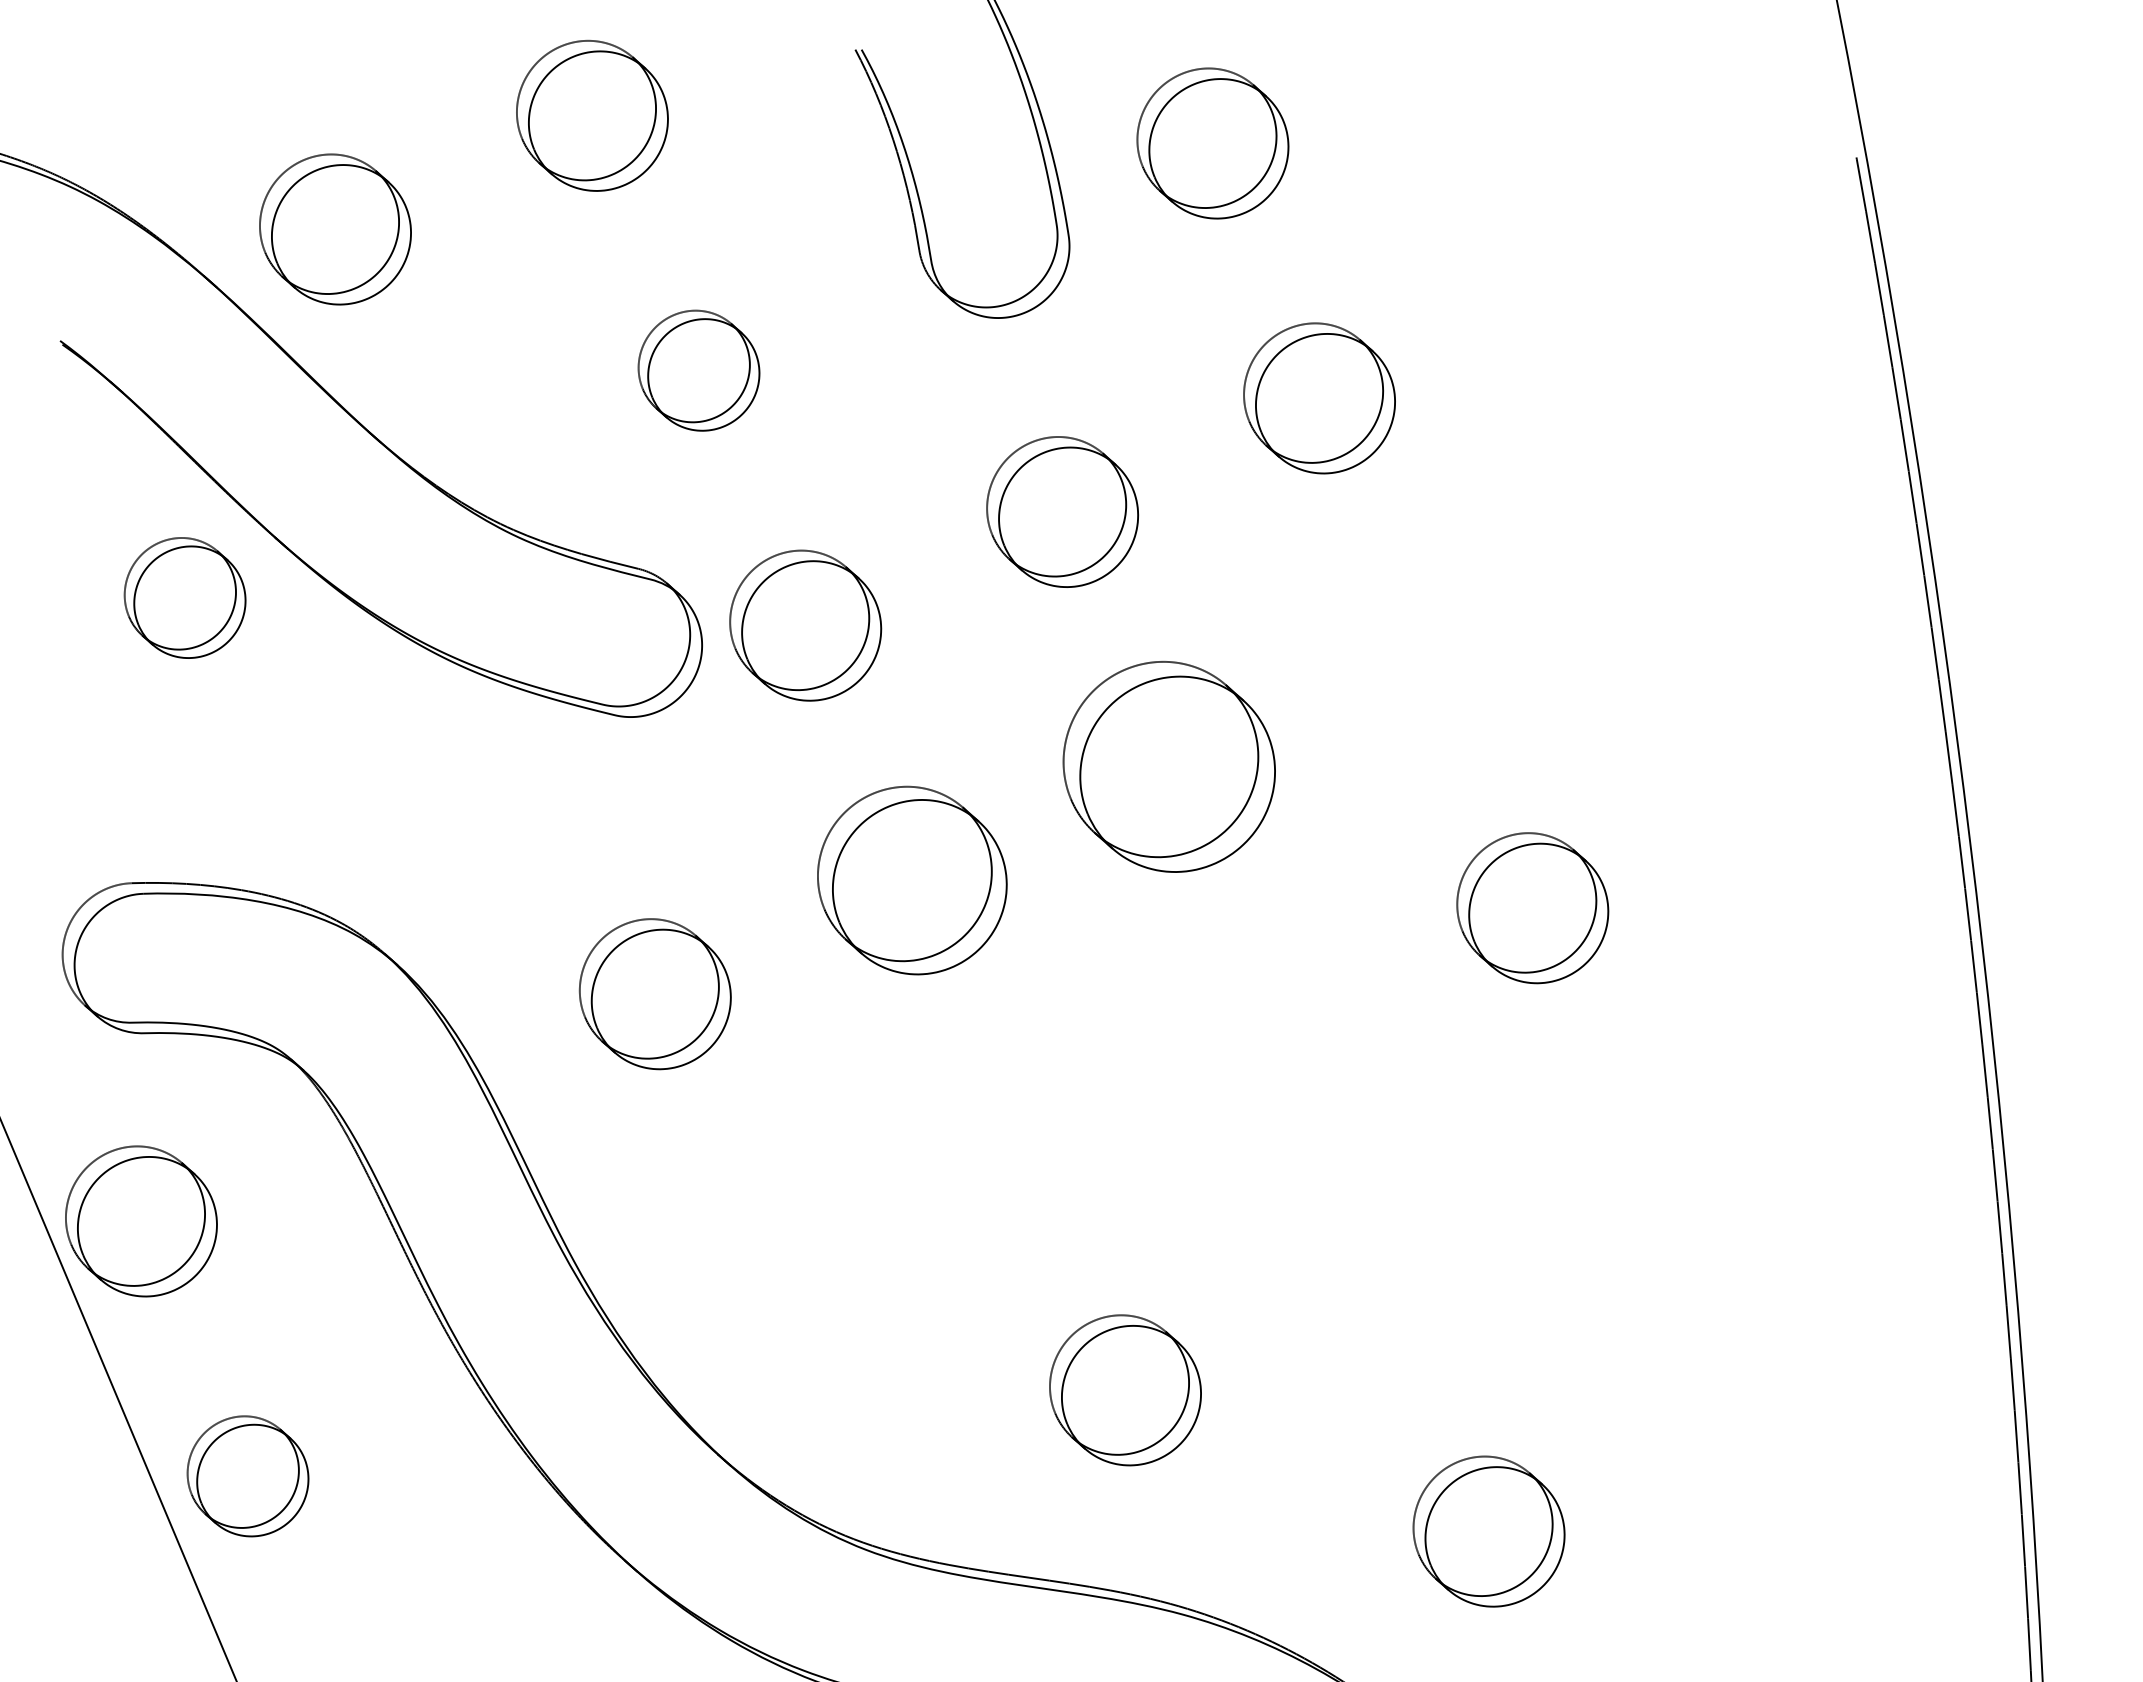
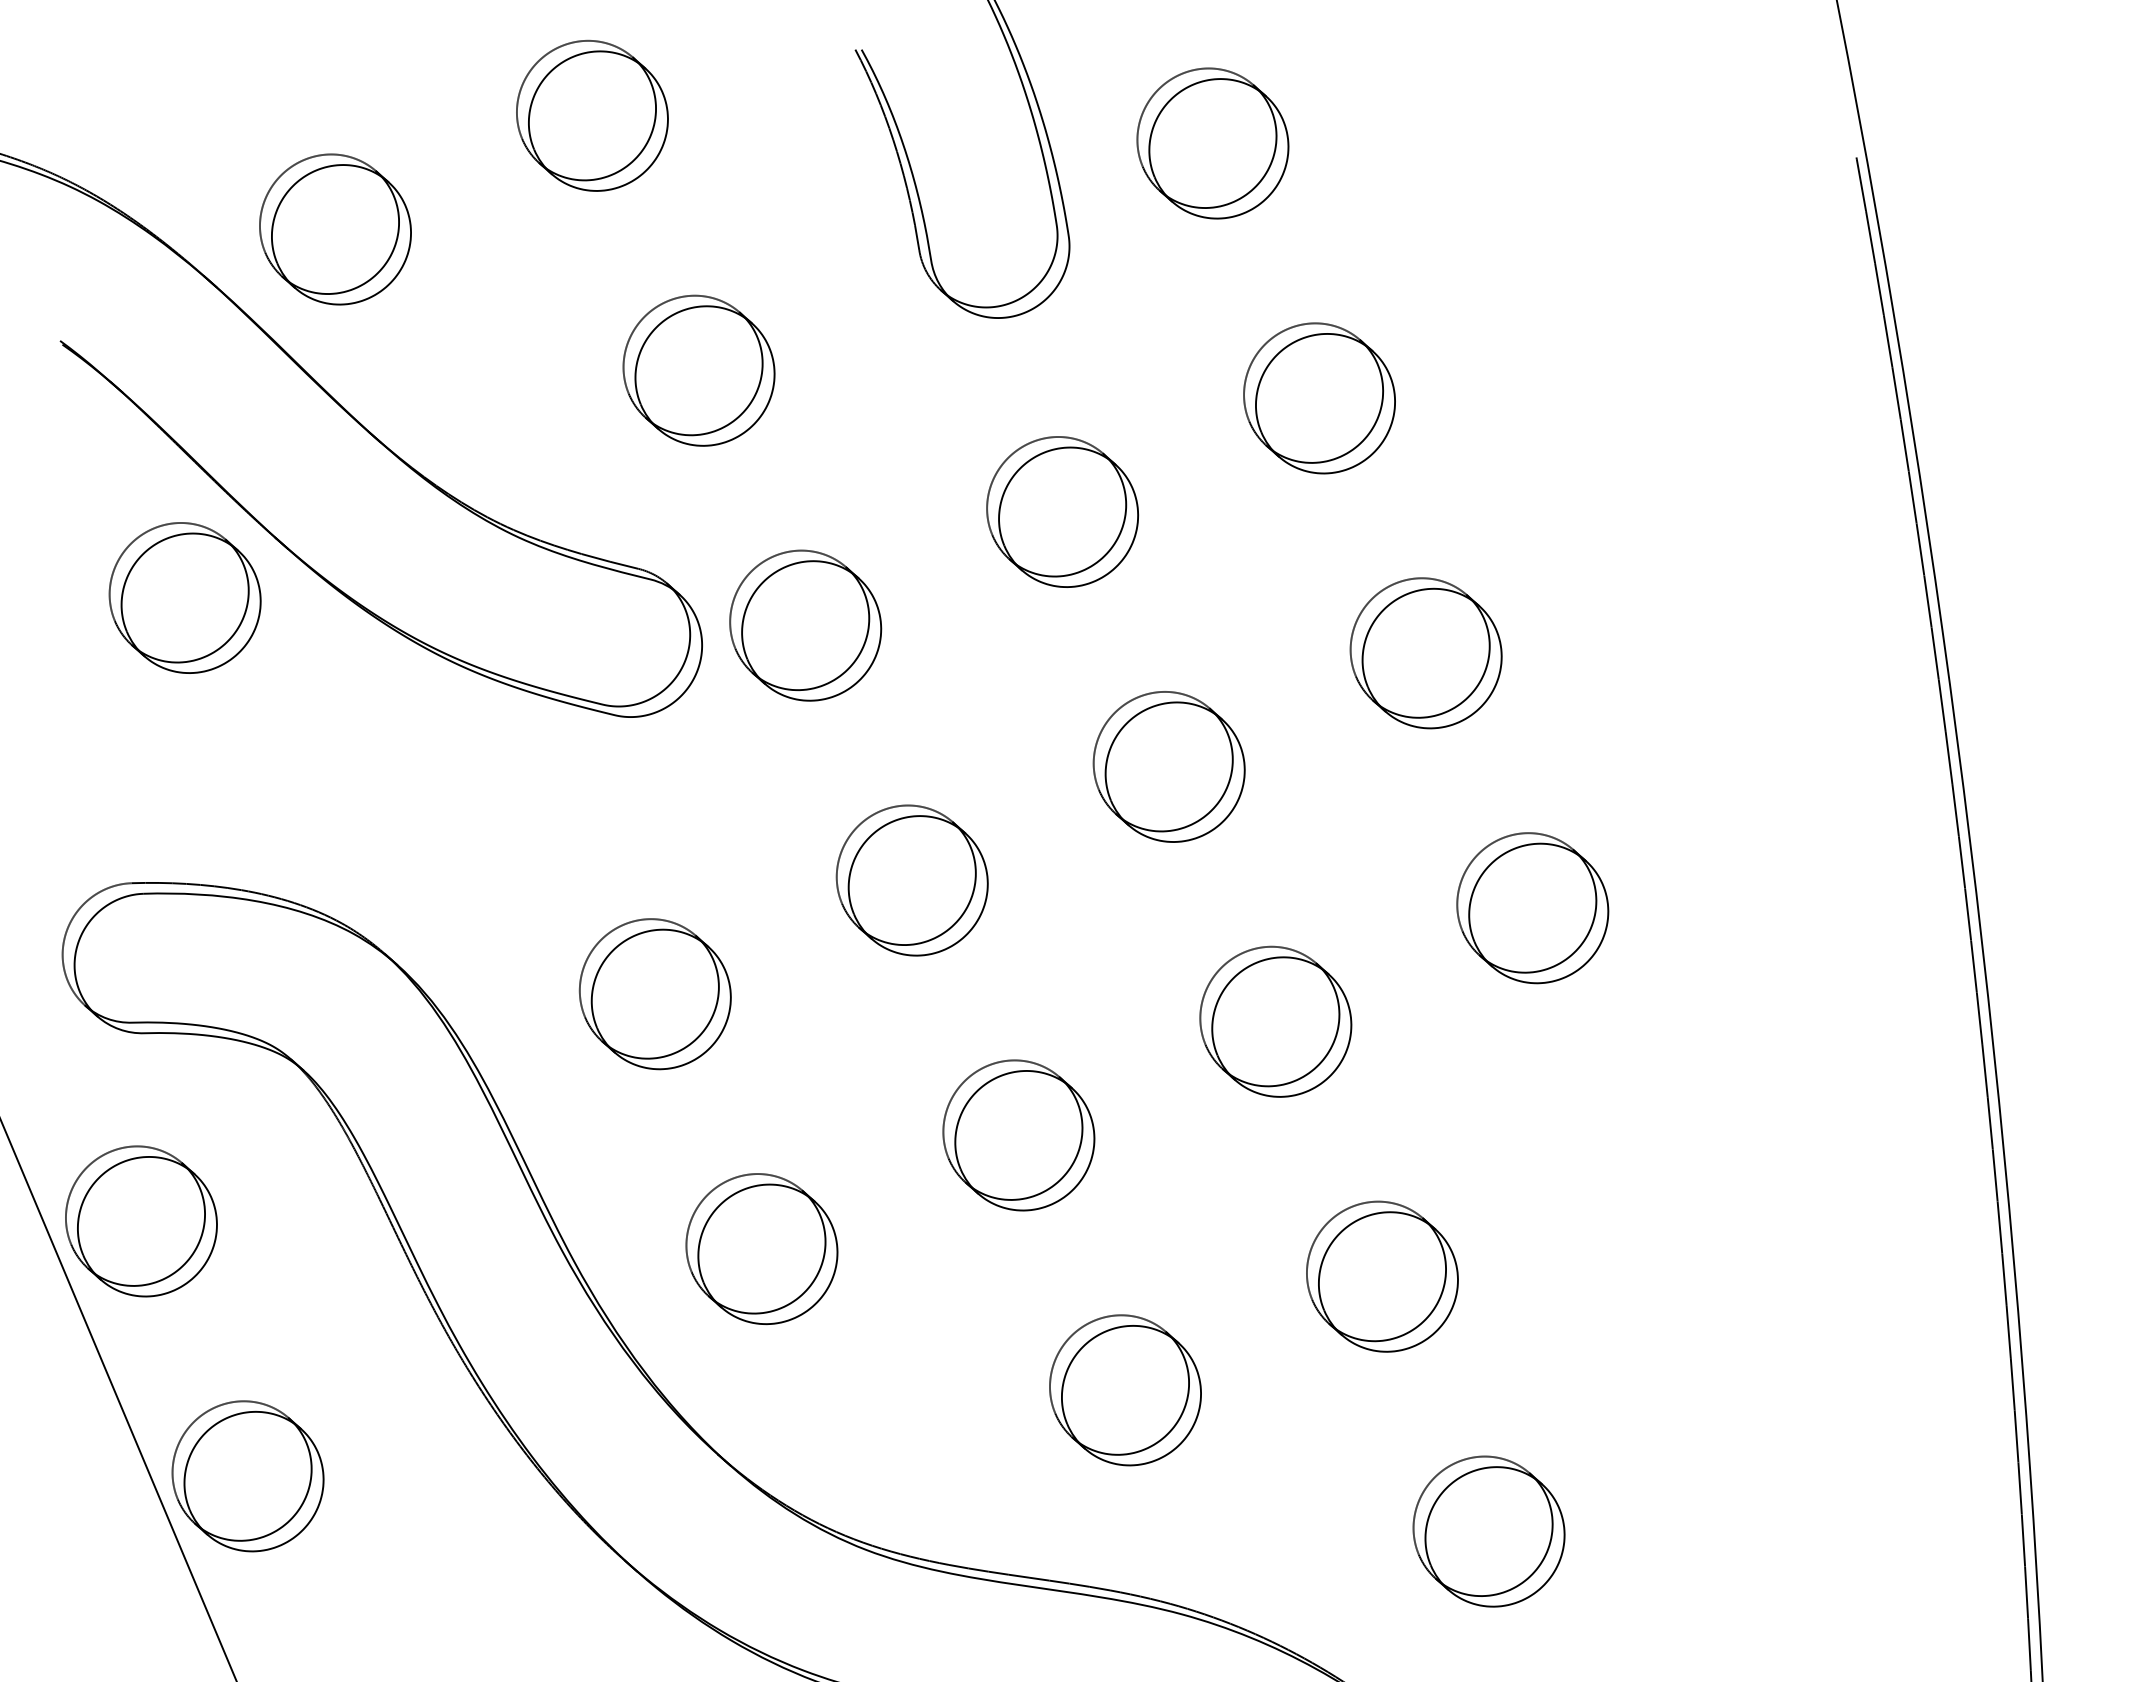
part at (698, 370) size: 124x123 px -> 154x153 px
part at (184, 597) size: 124x122 px -> 154x152 px
part at (1425, 653): none -> present
part at (1168, 766) size: 214x212 px -> 154x152 px
part at (912, 880) size: 191x191 px -> 154x153 px
part at (1275, 1021): none -> present
part at (1018, 1135): none -> present
part at (761, 1249): none -> present
part at (1382, 1276): none -> present
part at (247, 1476) size: 124x123 px -> 154x153 px
